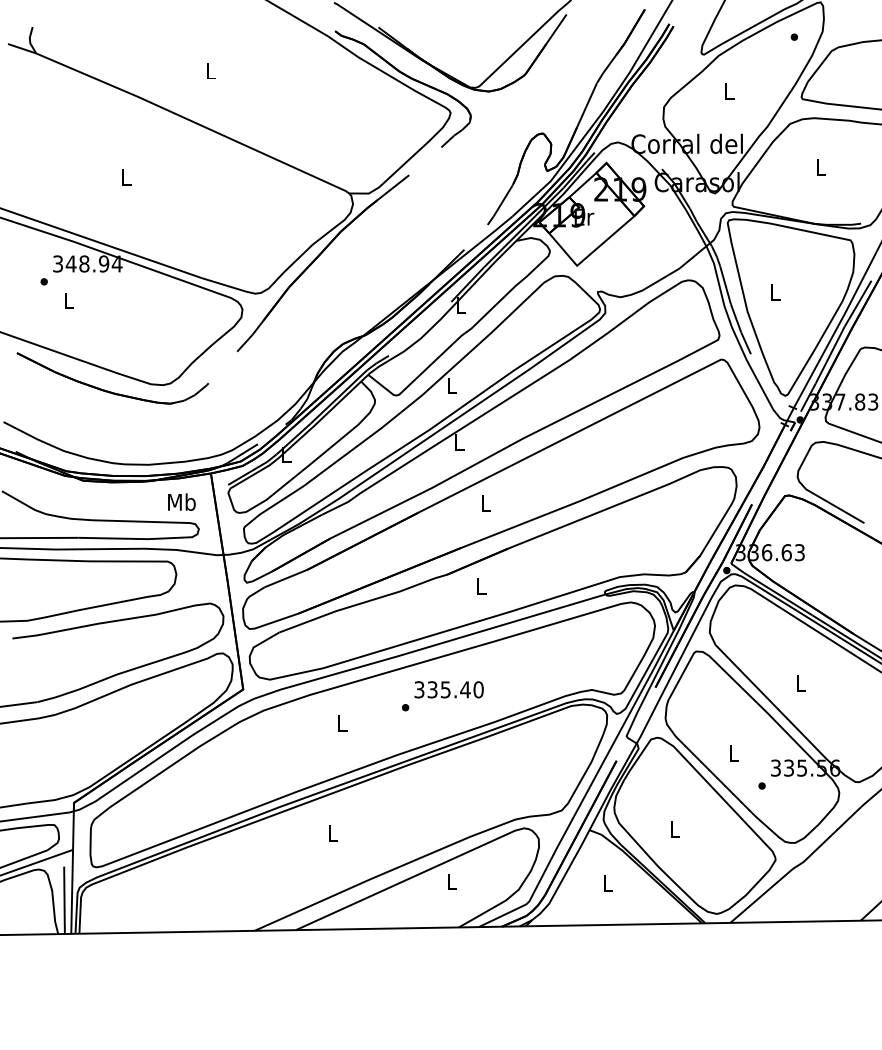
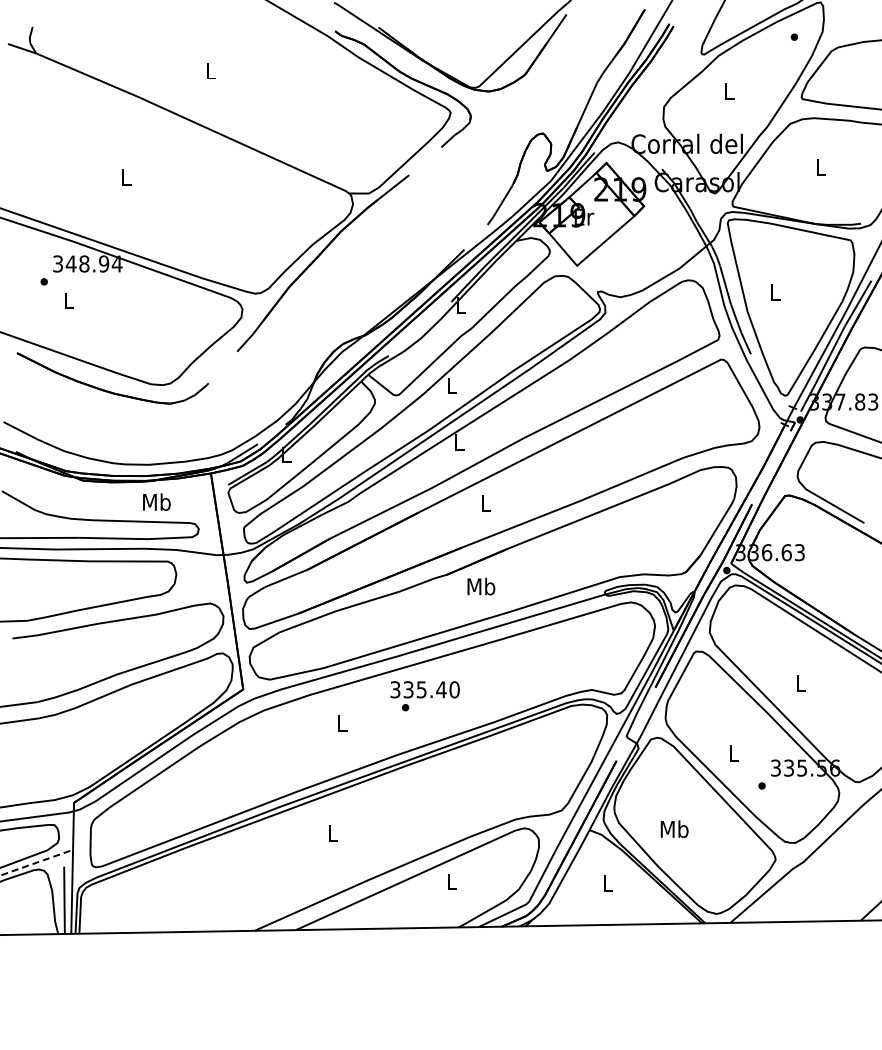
text at (181, 501) position: (181, 501) -> (156, 501)
text at (481, 586): L -> Mb
text at (448, 689) position: (448, 689) -> (424, 689)
text at (674, 828): L -> Mb
line at (37, 862): solid -> dashed
